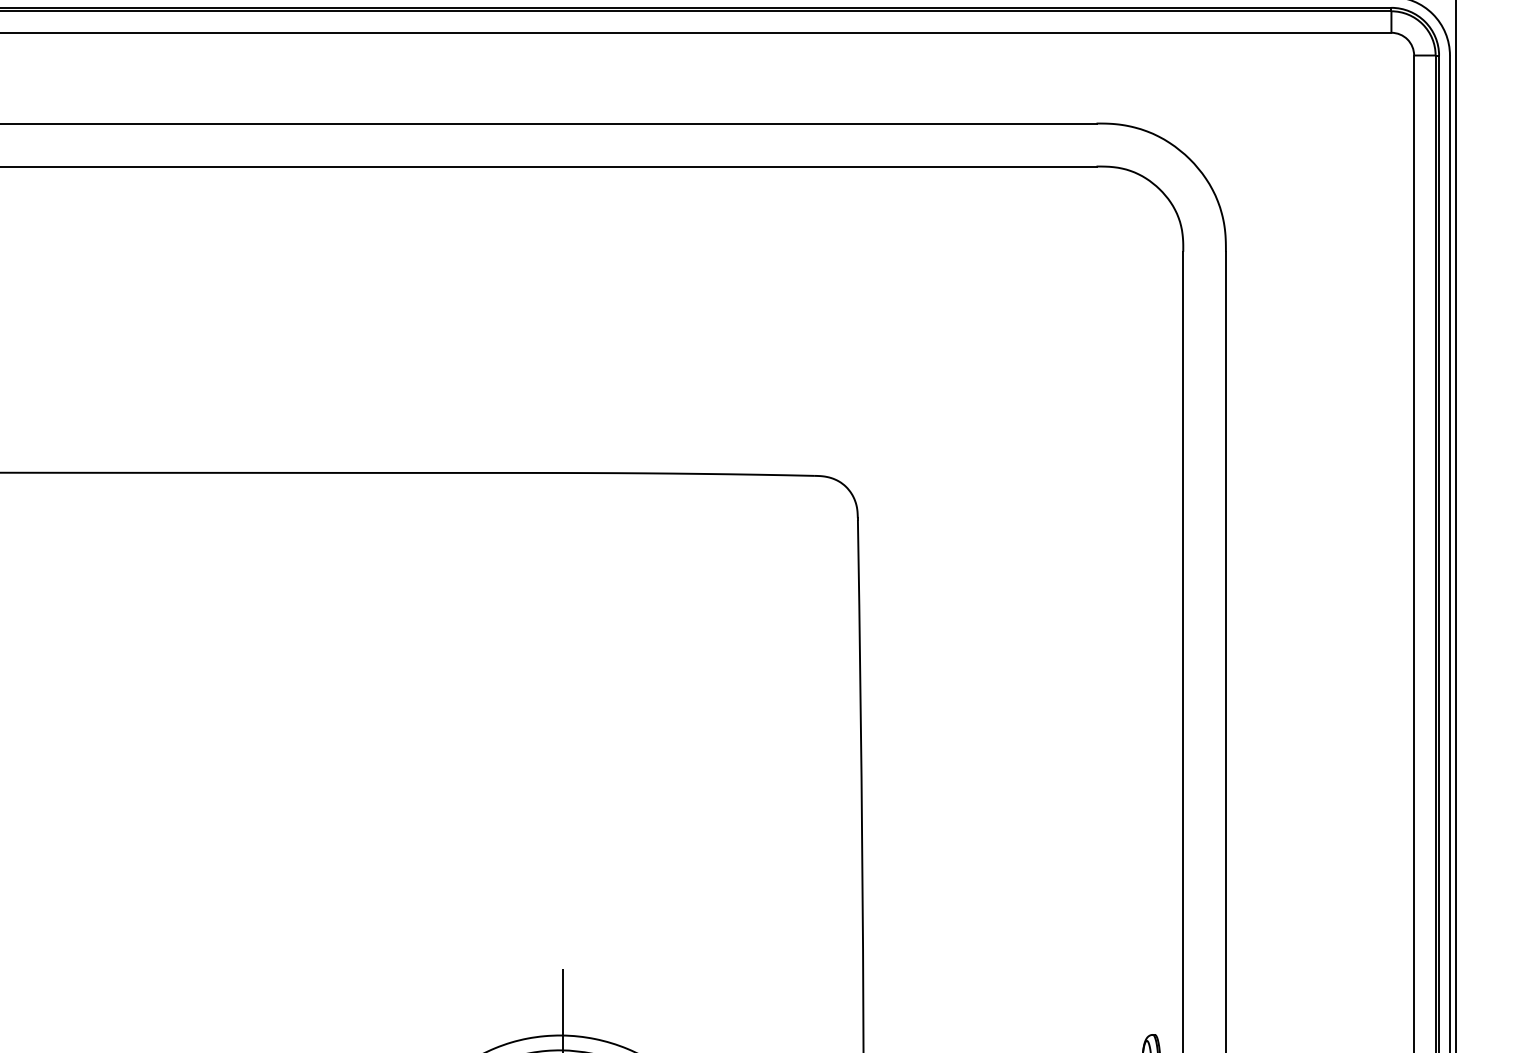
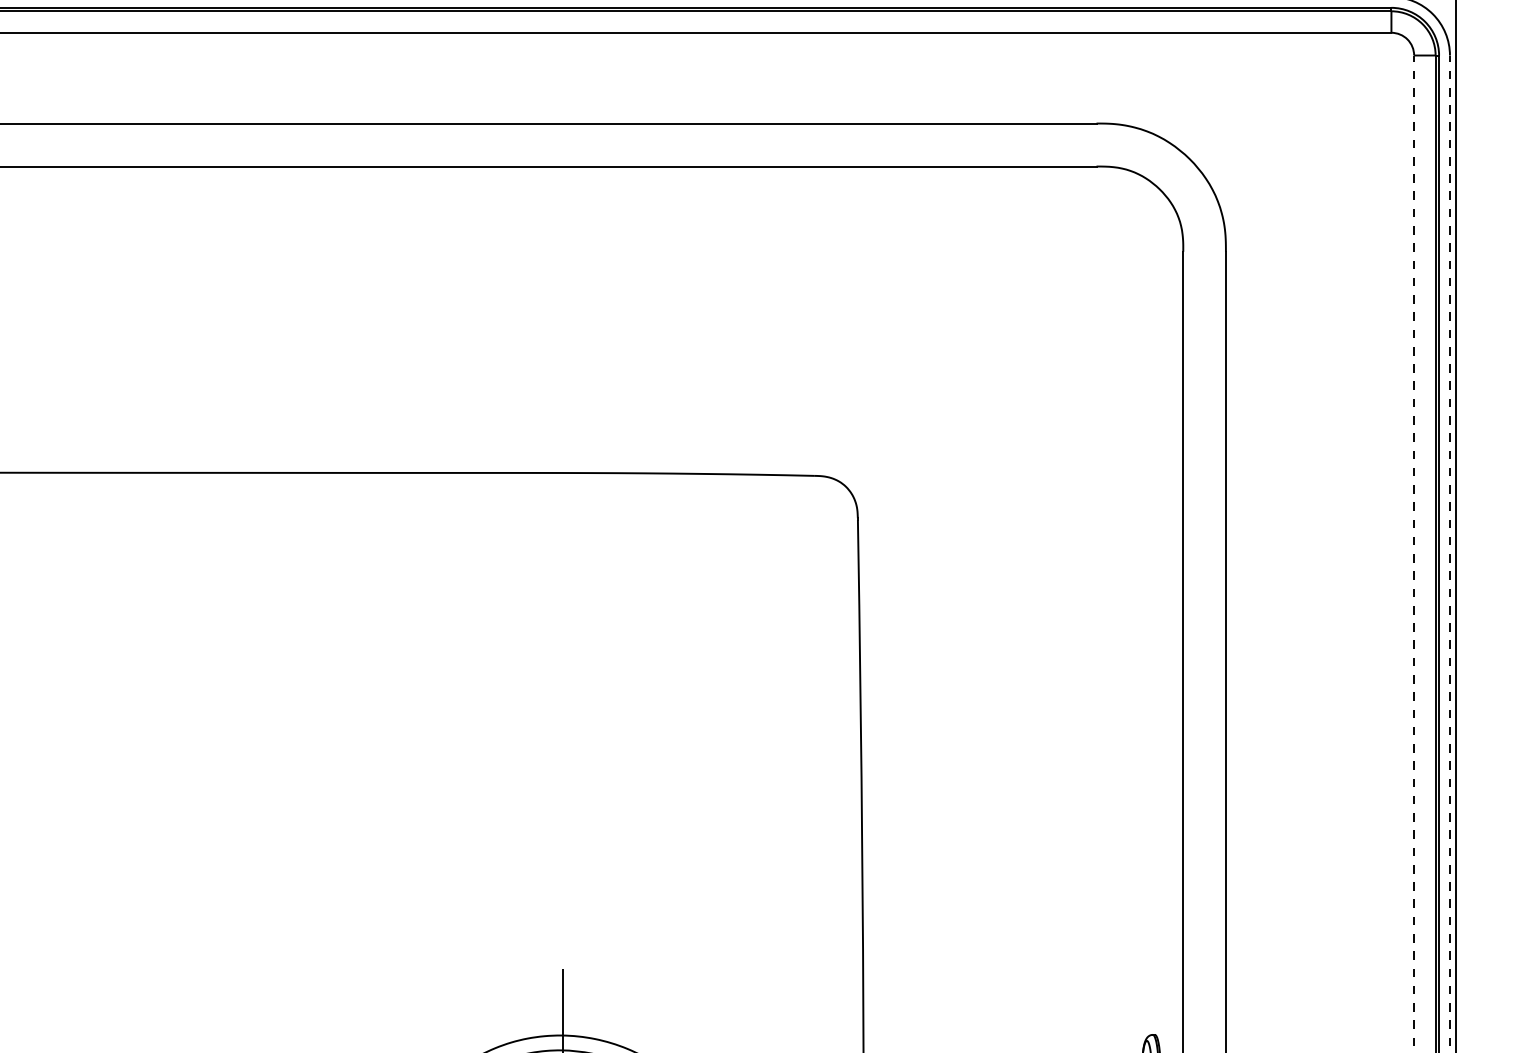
line at (1414, 553): solid -> dashed
line at (1449, 553): solid -> dashed
